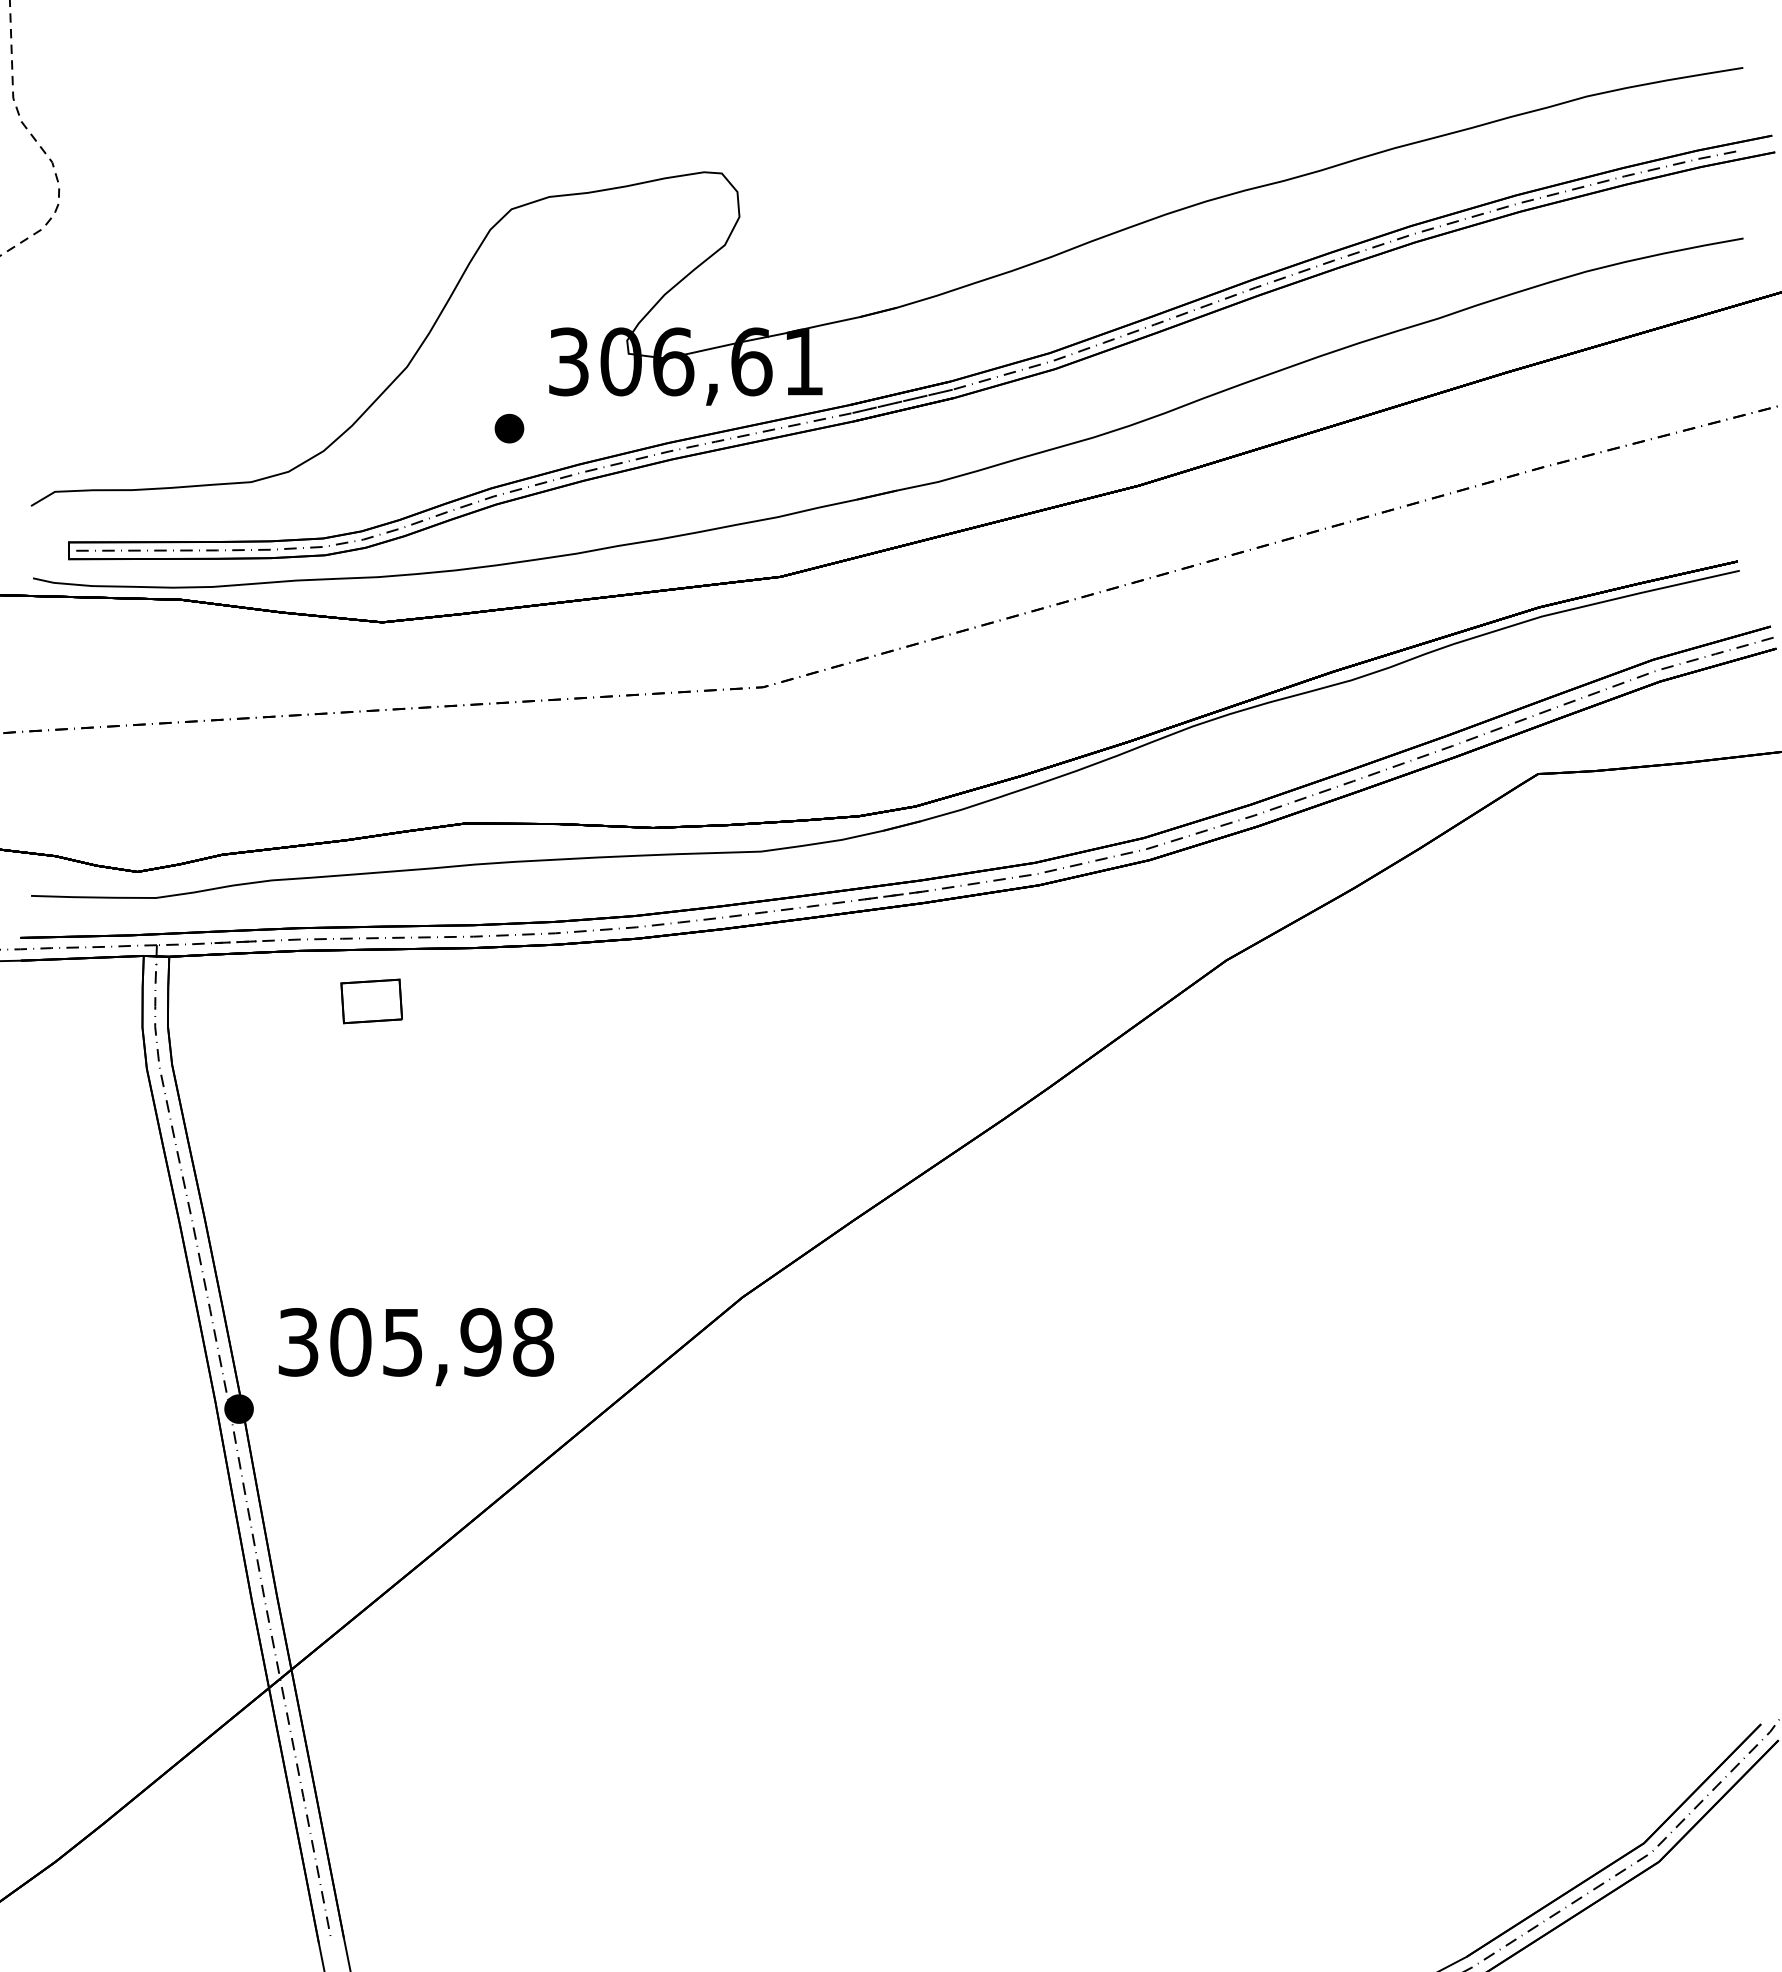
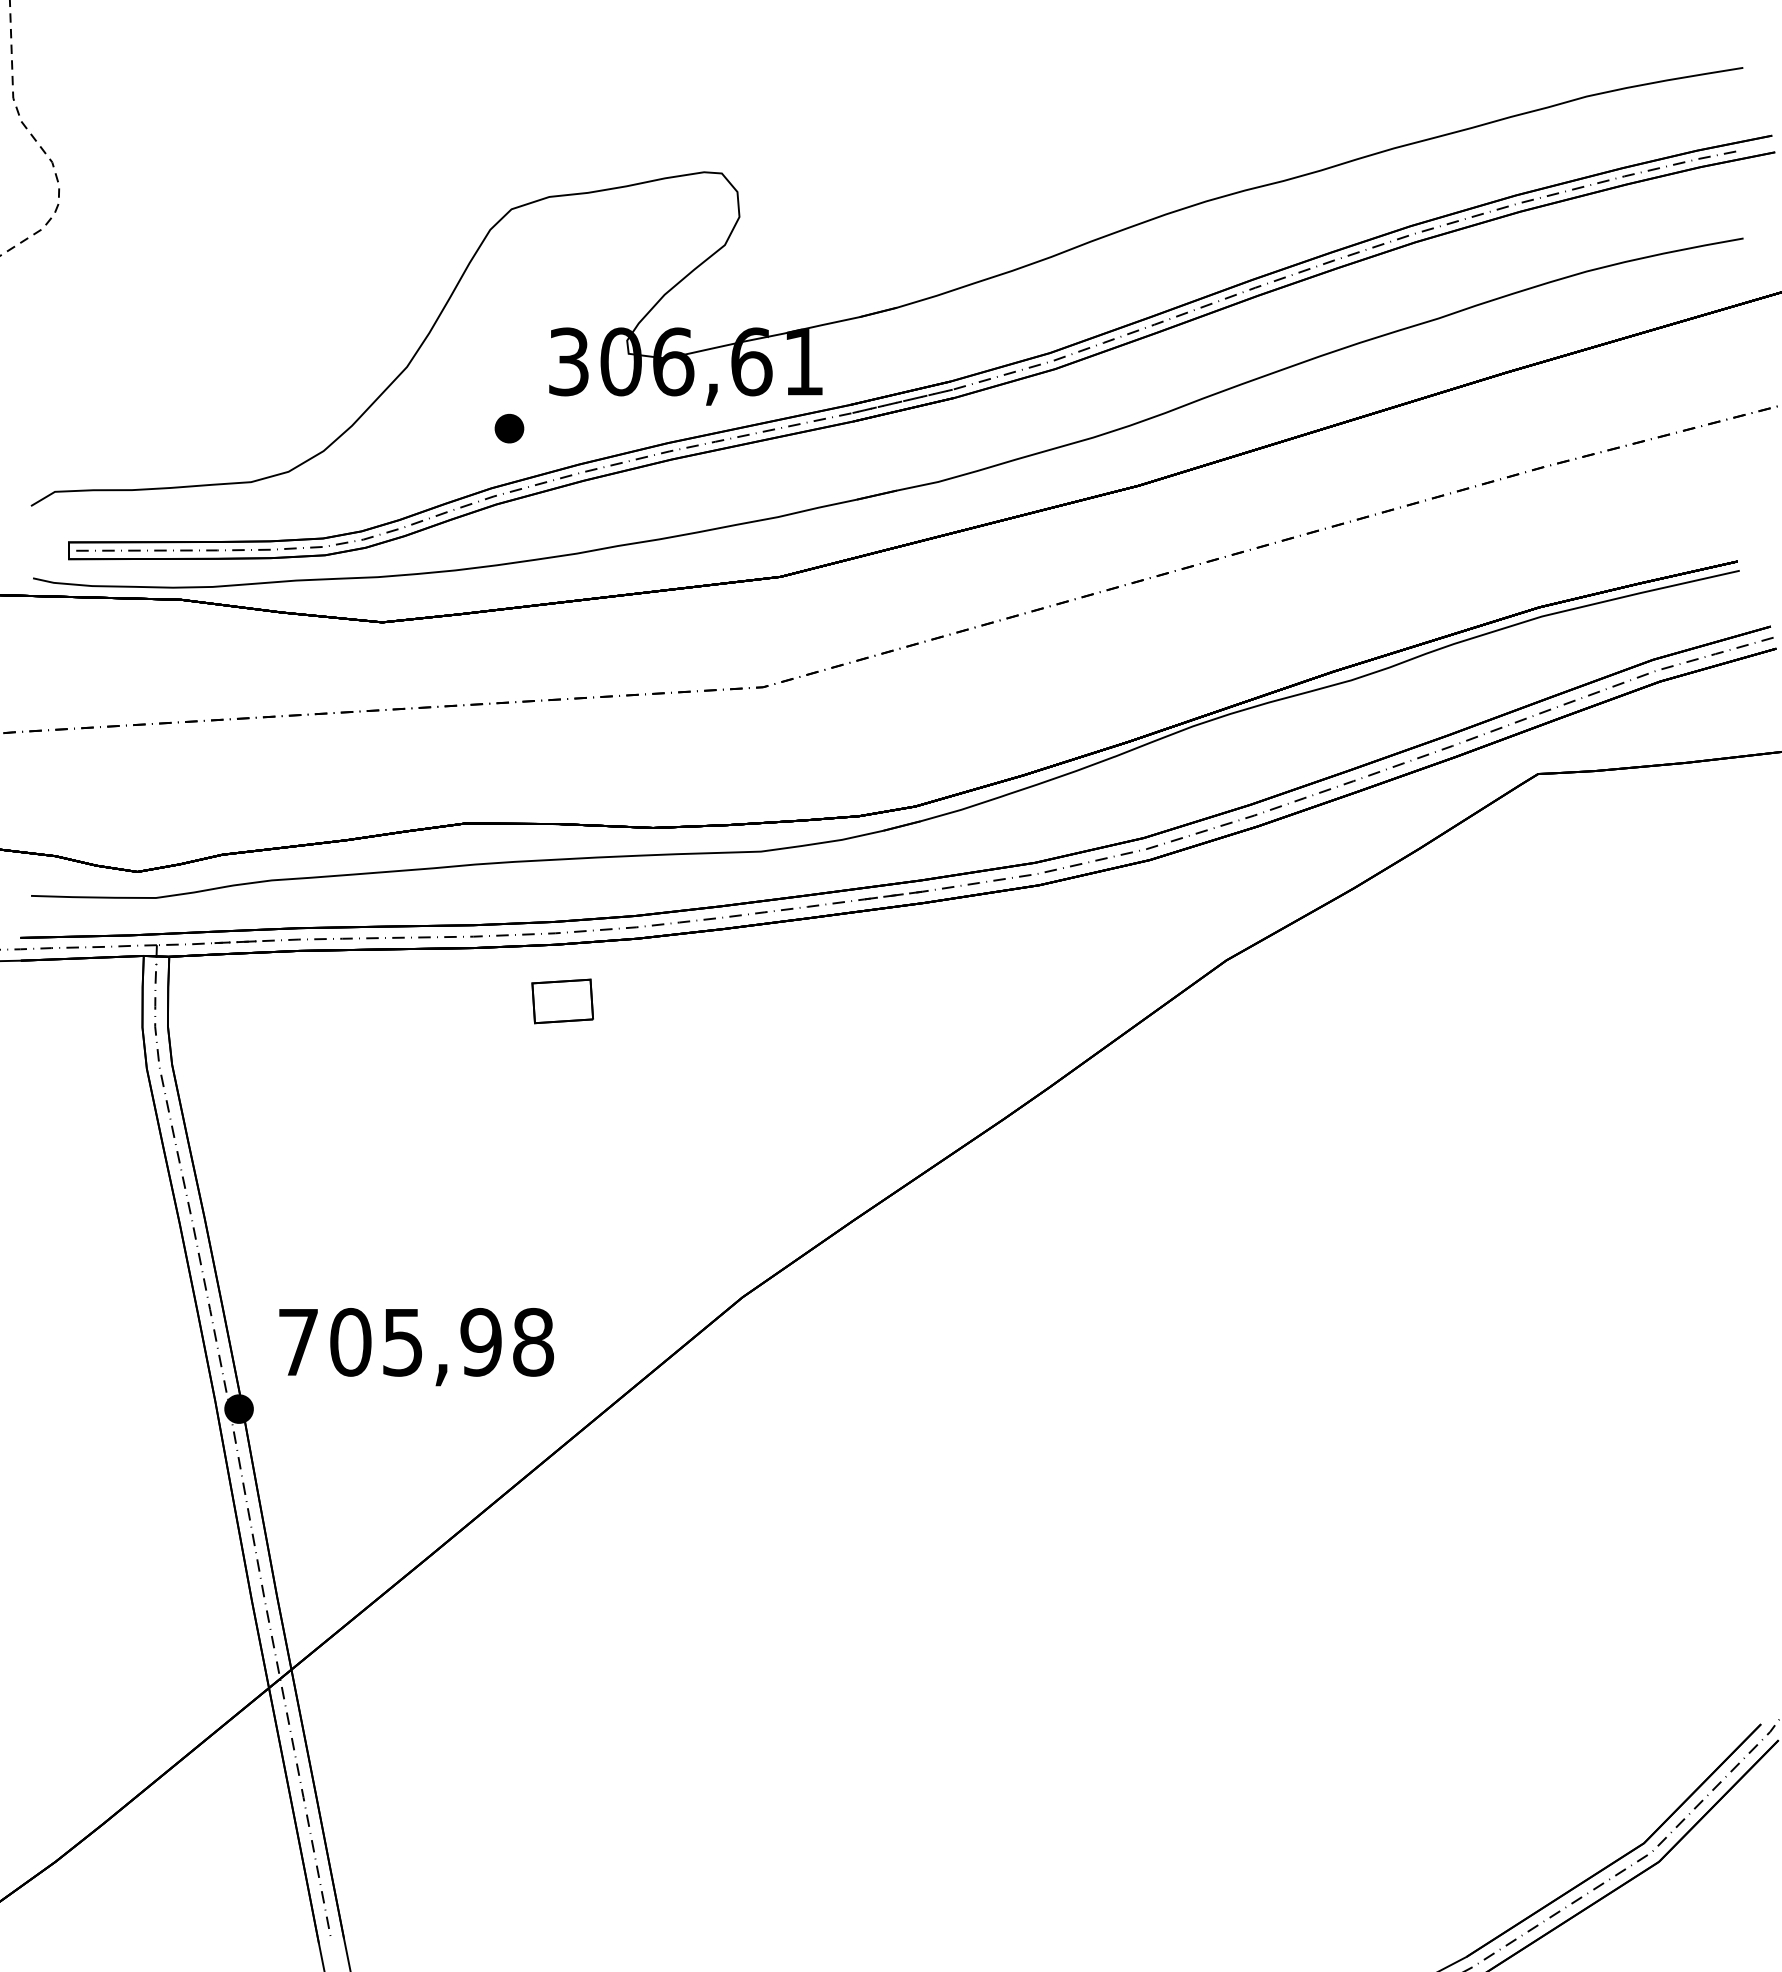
part at (371, 1001) position: (371, 1001) -> (562, 1001)
text at (298, 1342): 305,98 -> 705,98
